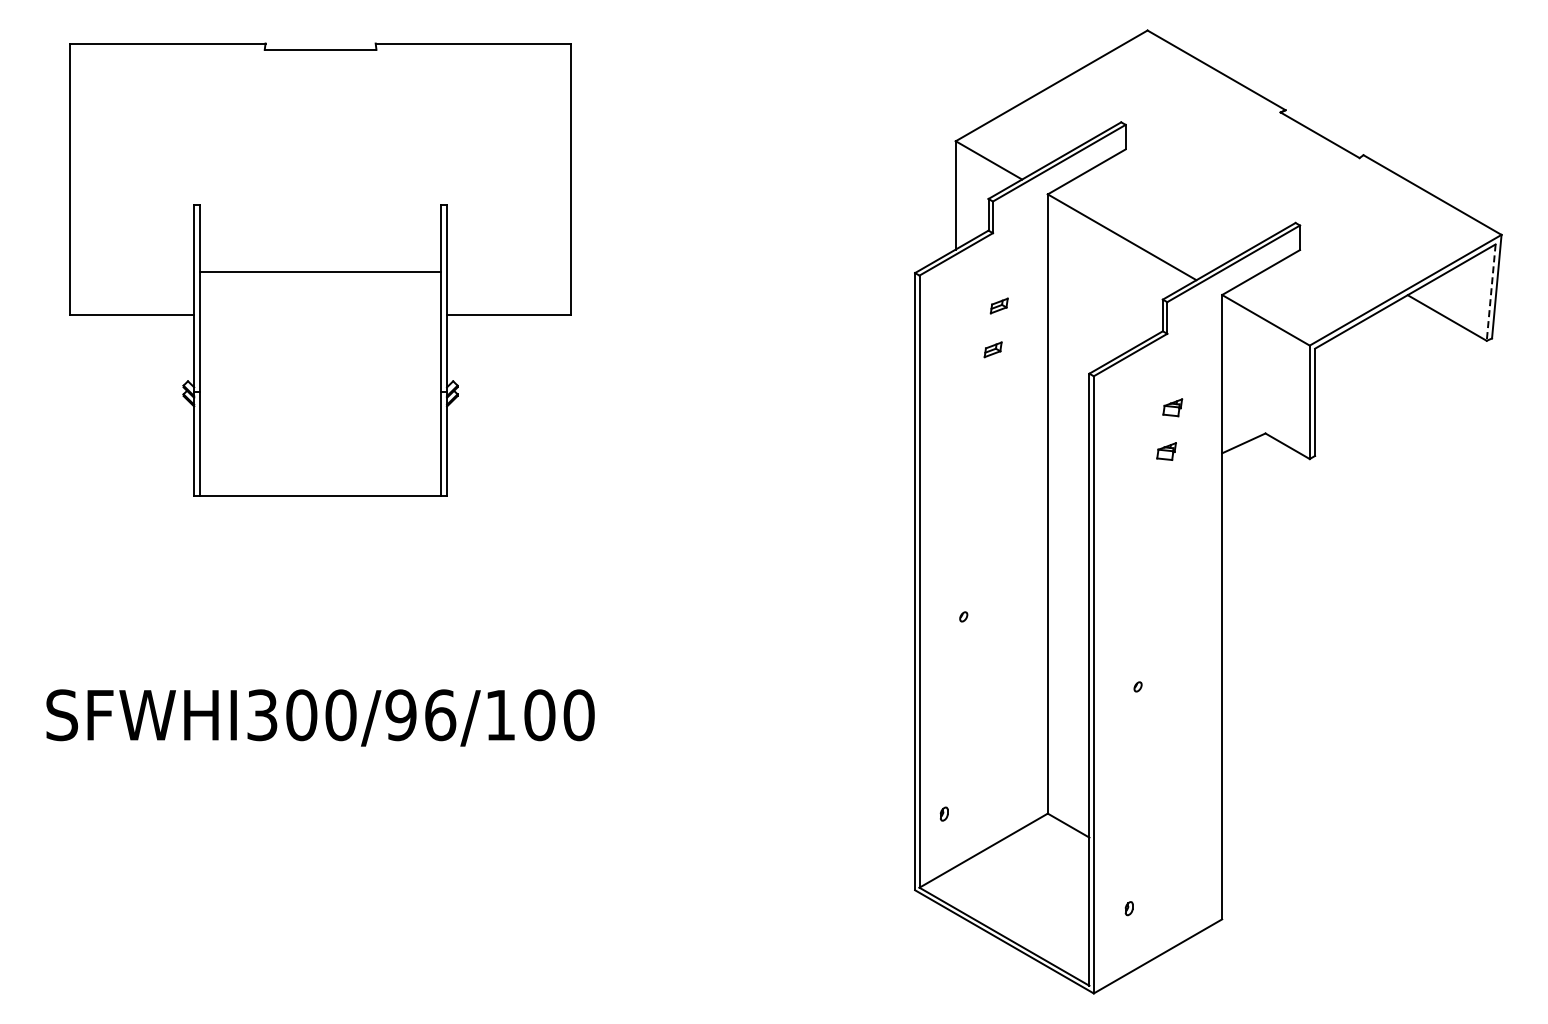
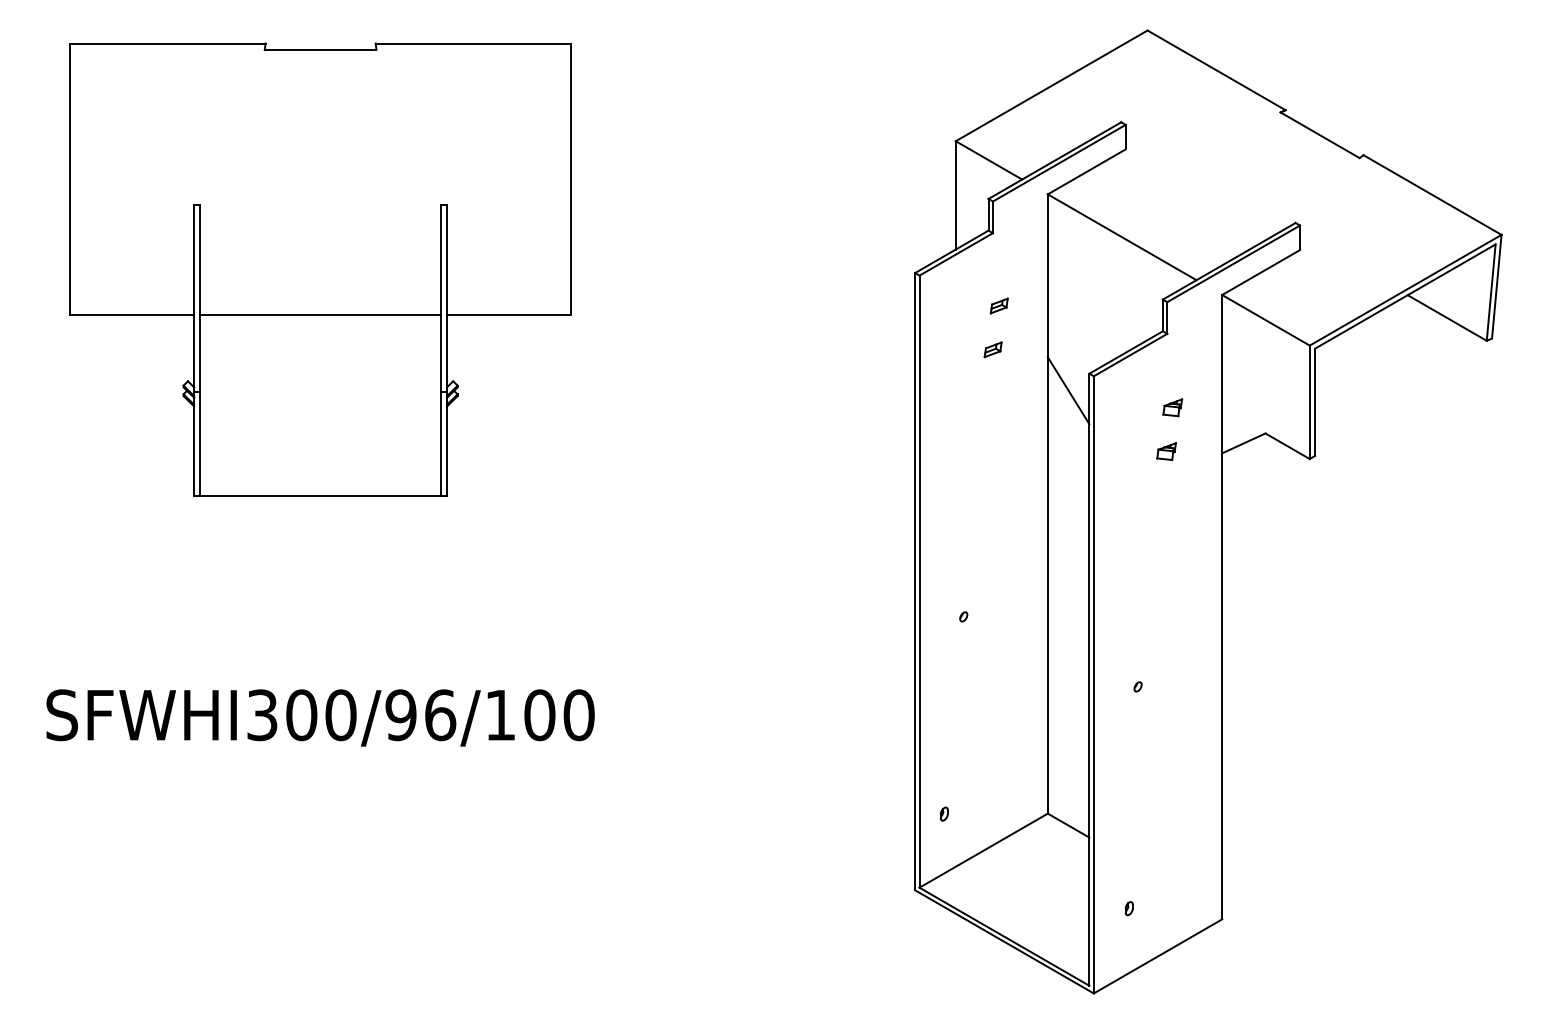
line at (320, 271) position: (320, 271) -> (320, 314)
line at (1491, 293): dashed -> solid
line at (1068, 390): none -> present
